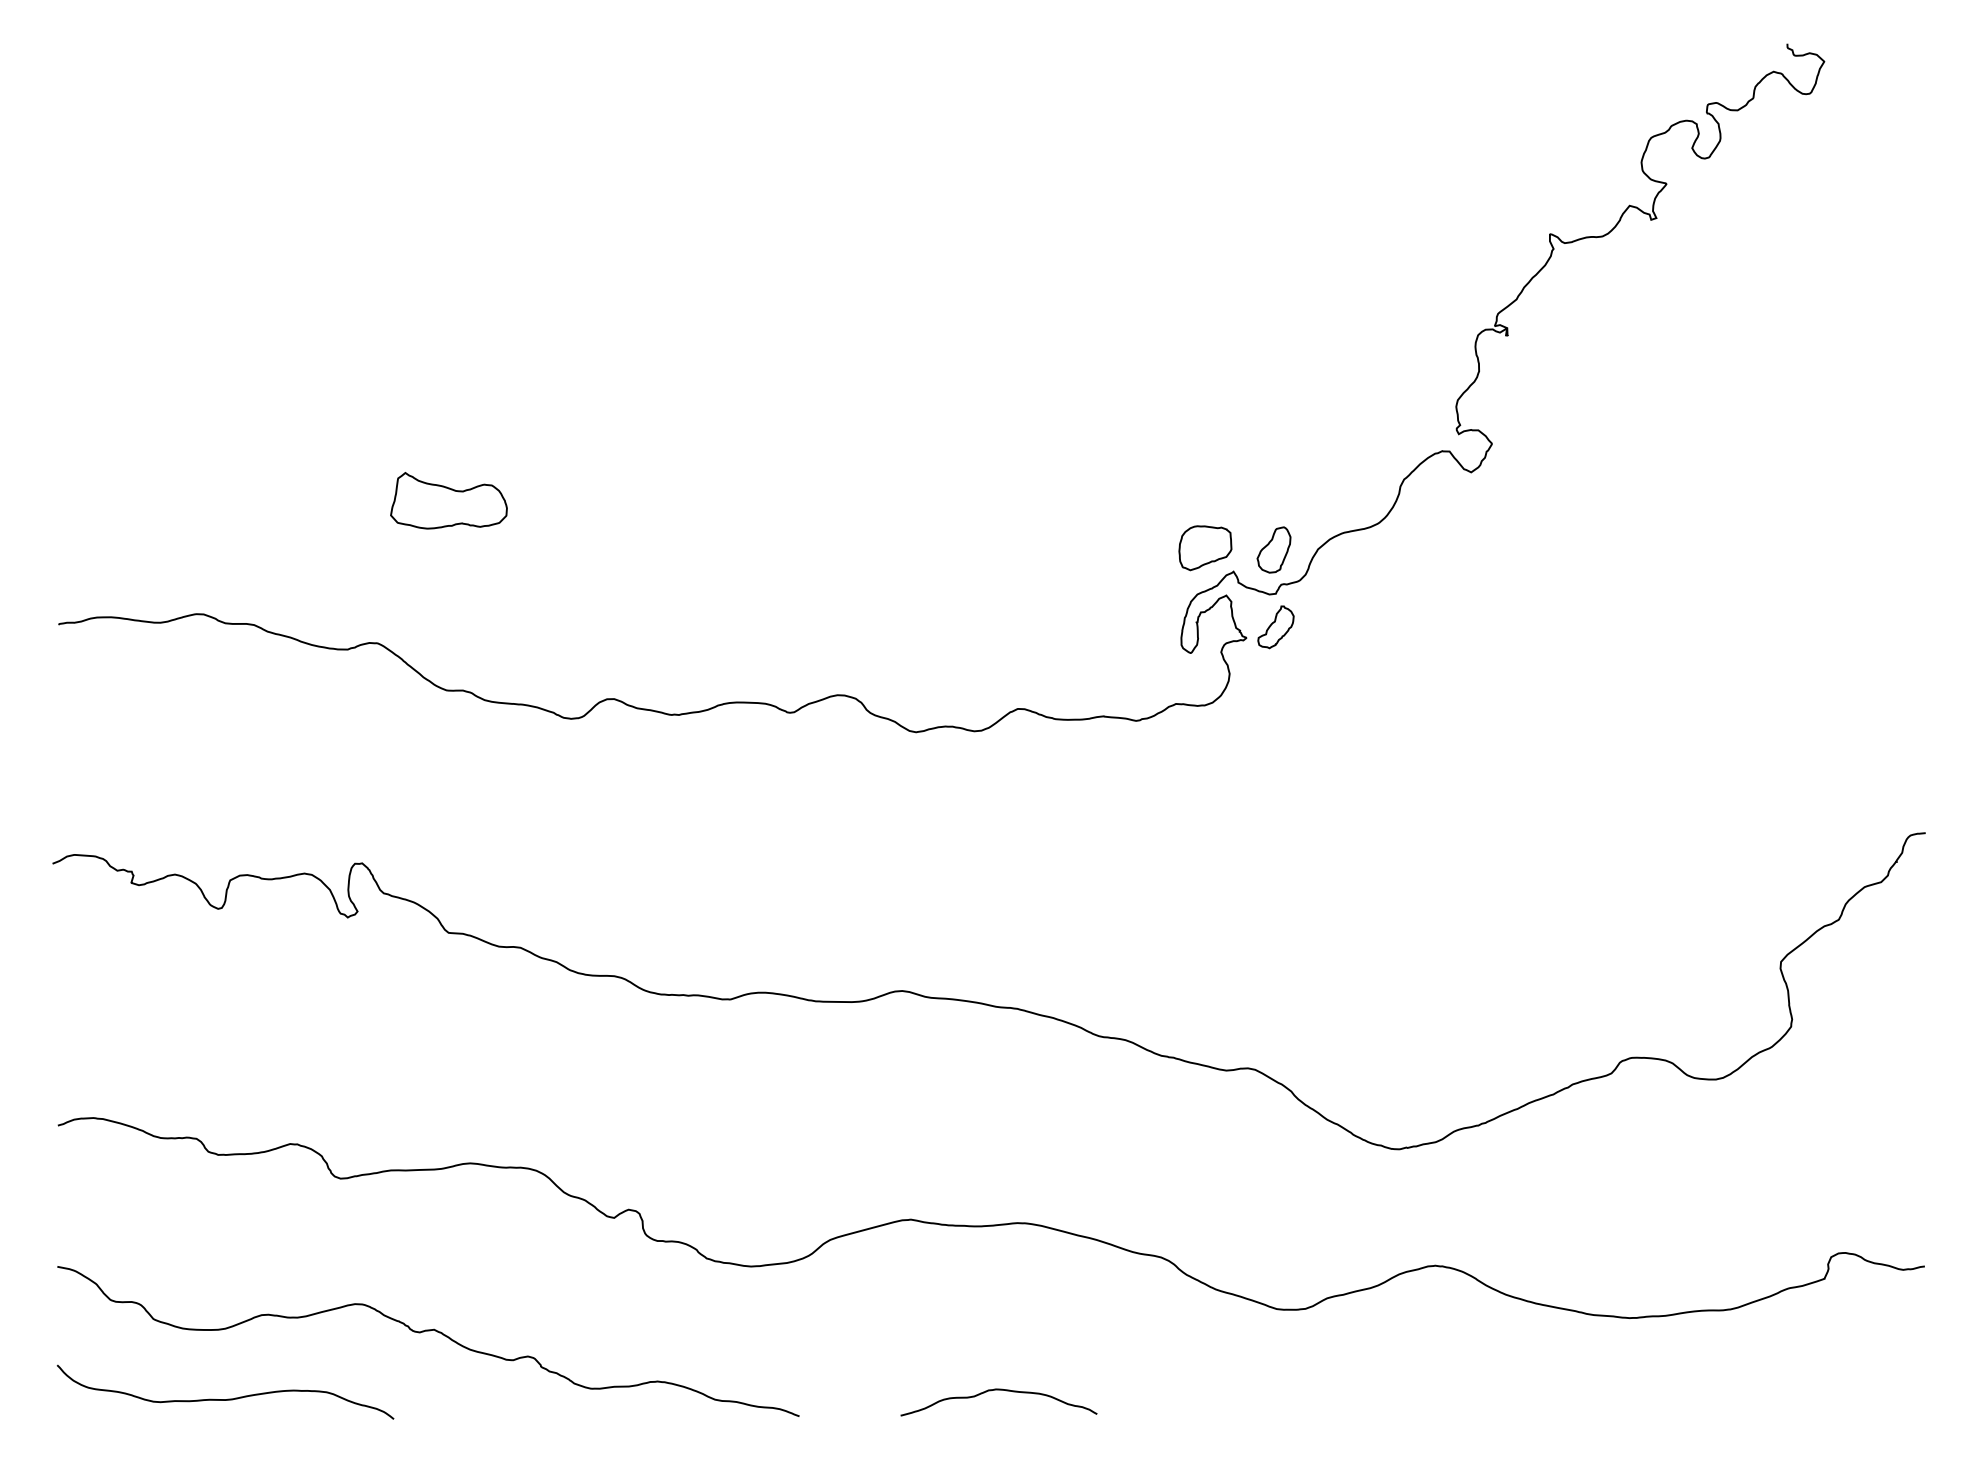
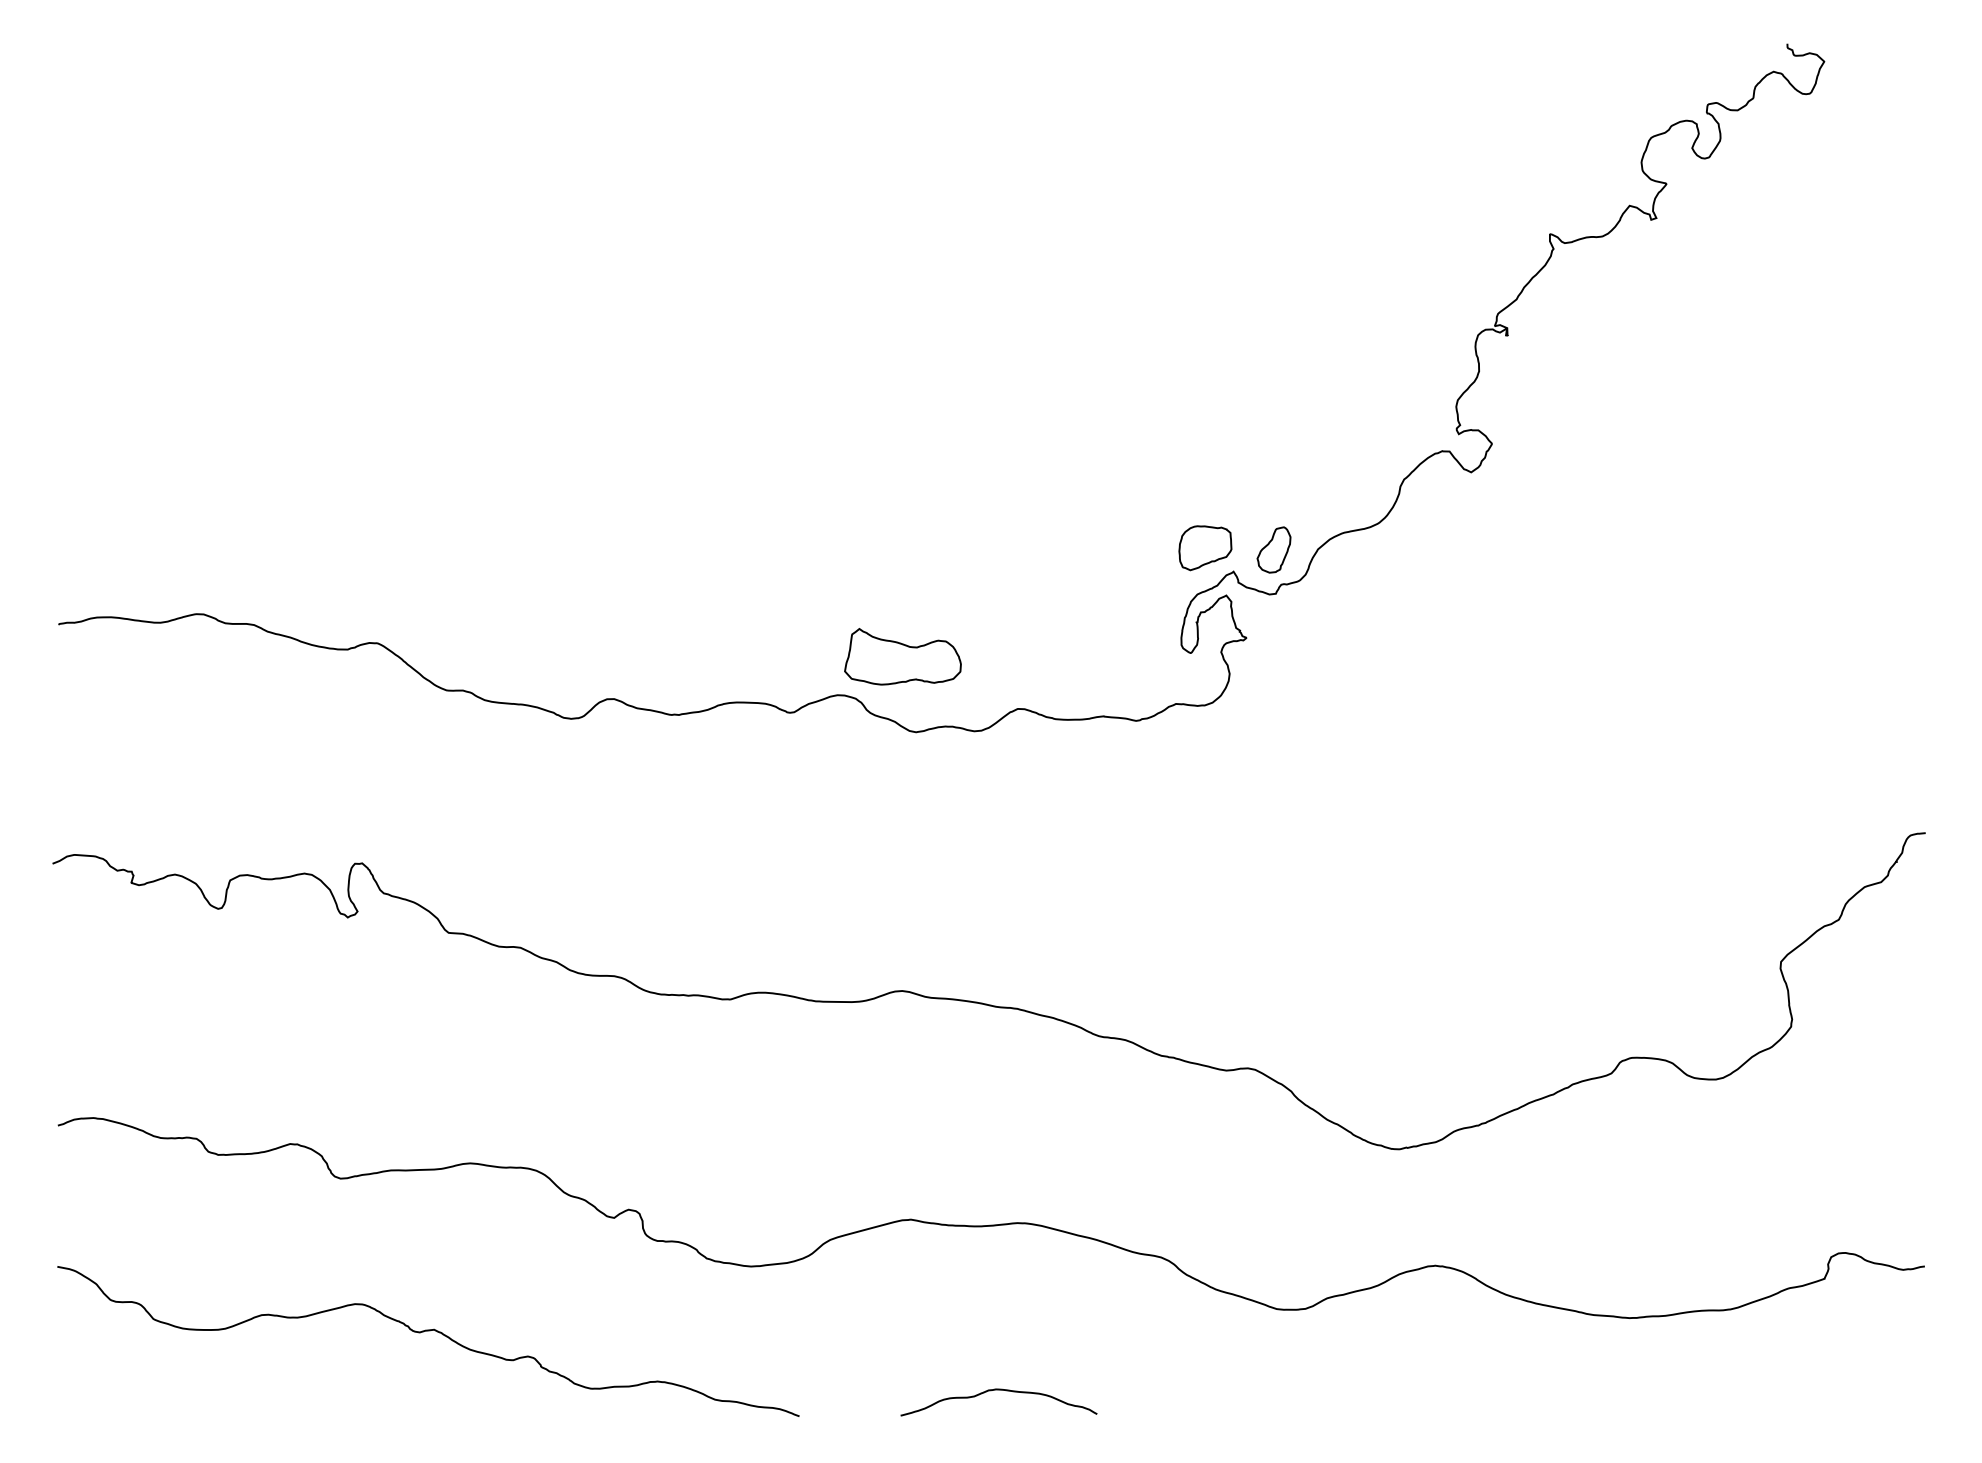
part at (448, 500) position: (448, 500) -> (902, 656)
part at (1275, 627): present -> none
curve at (228, 1398): present -> none
